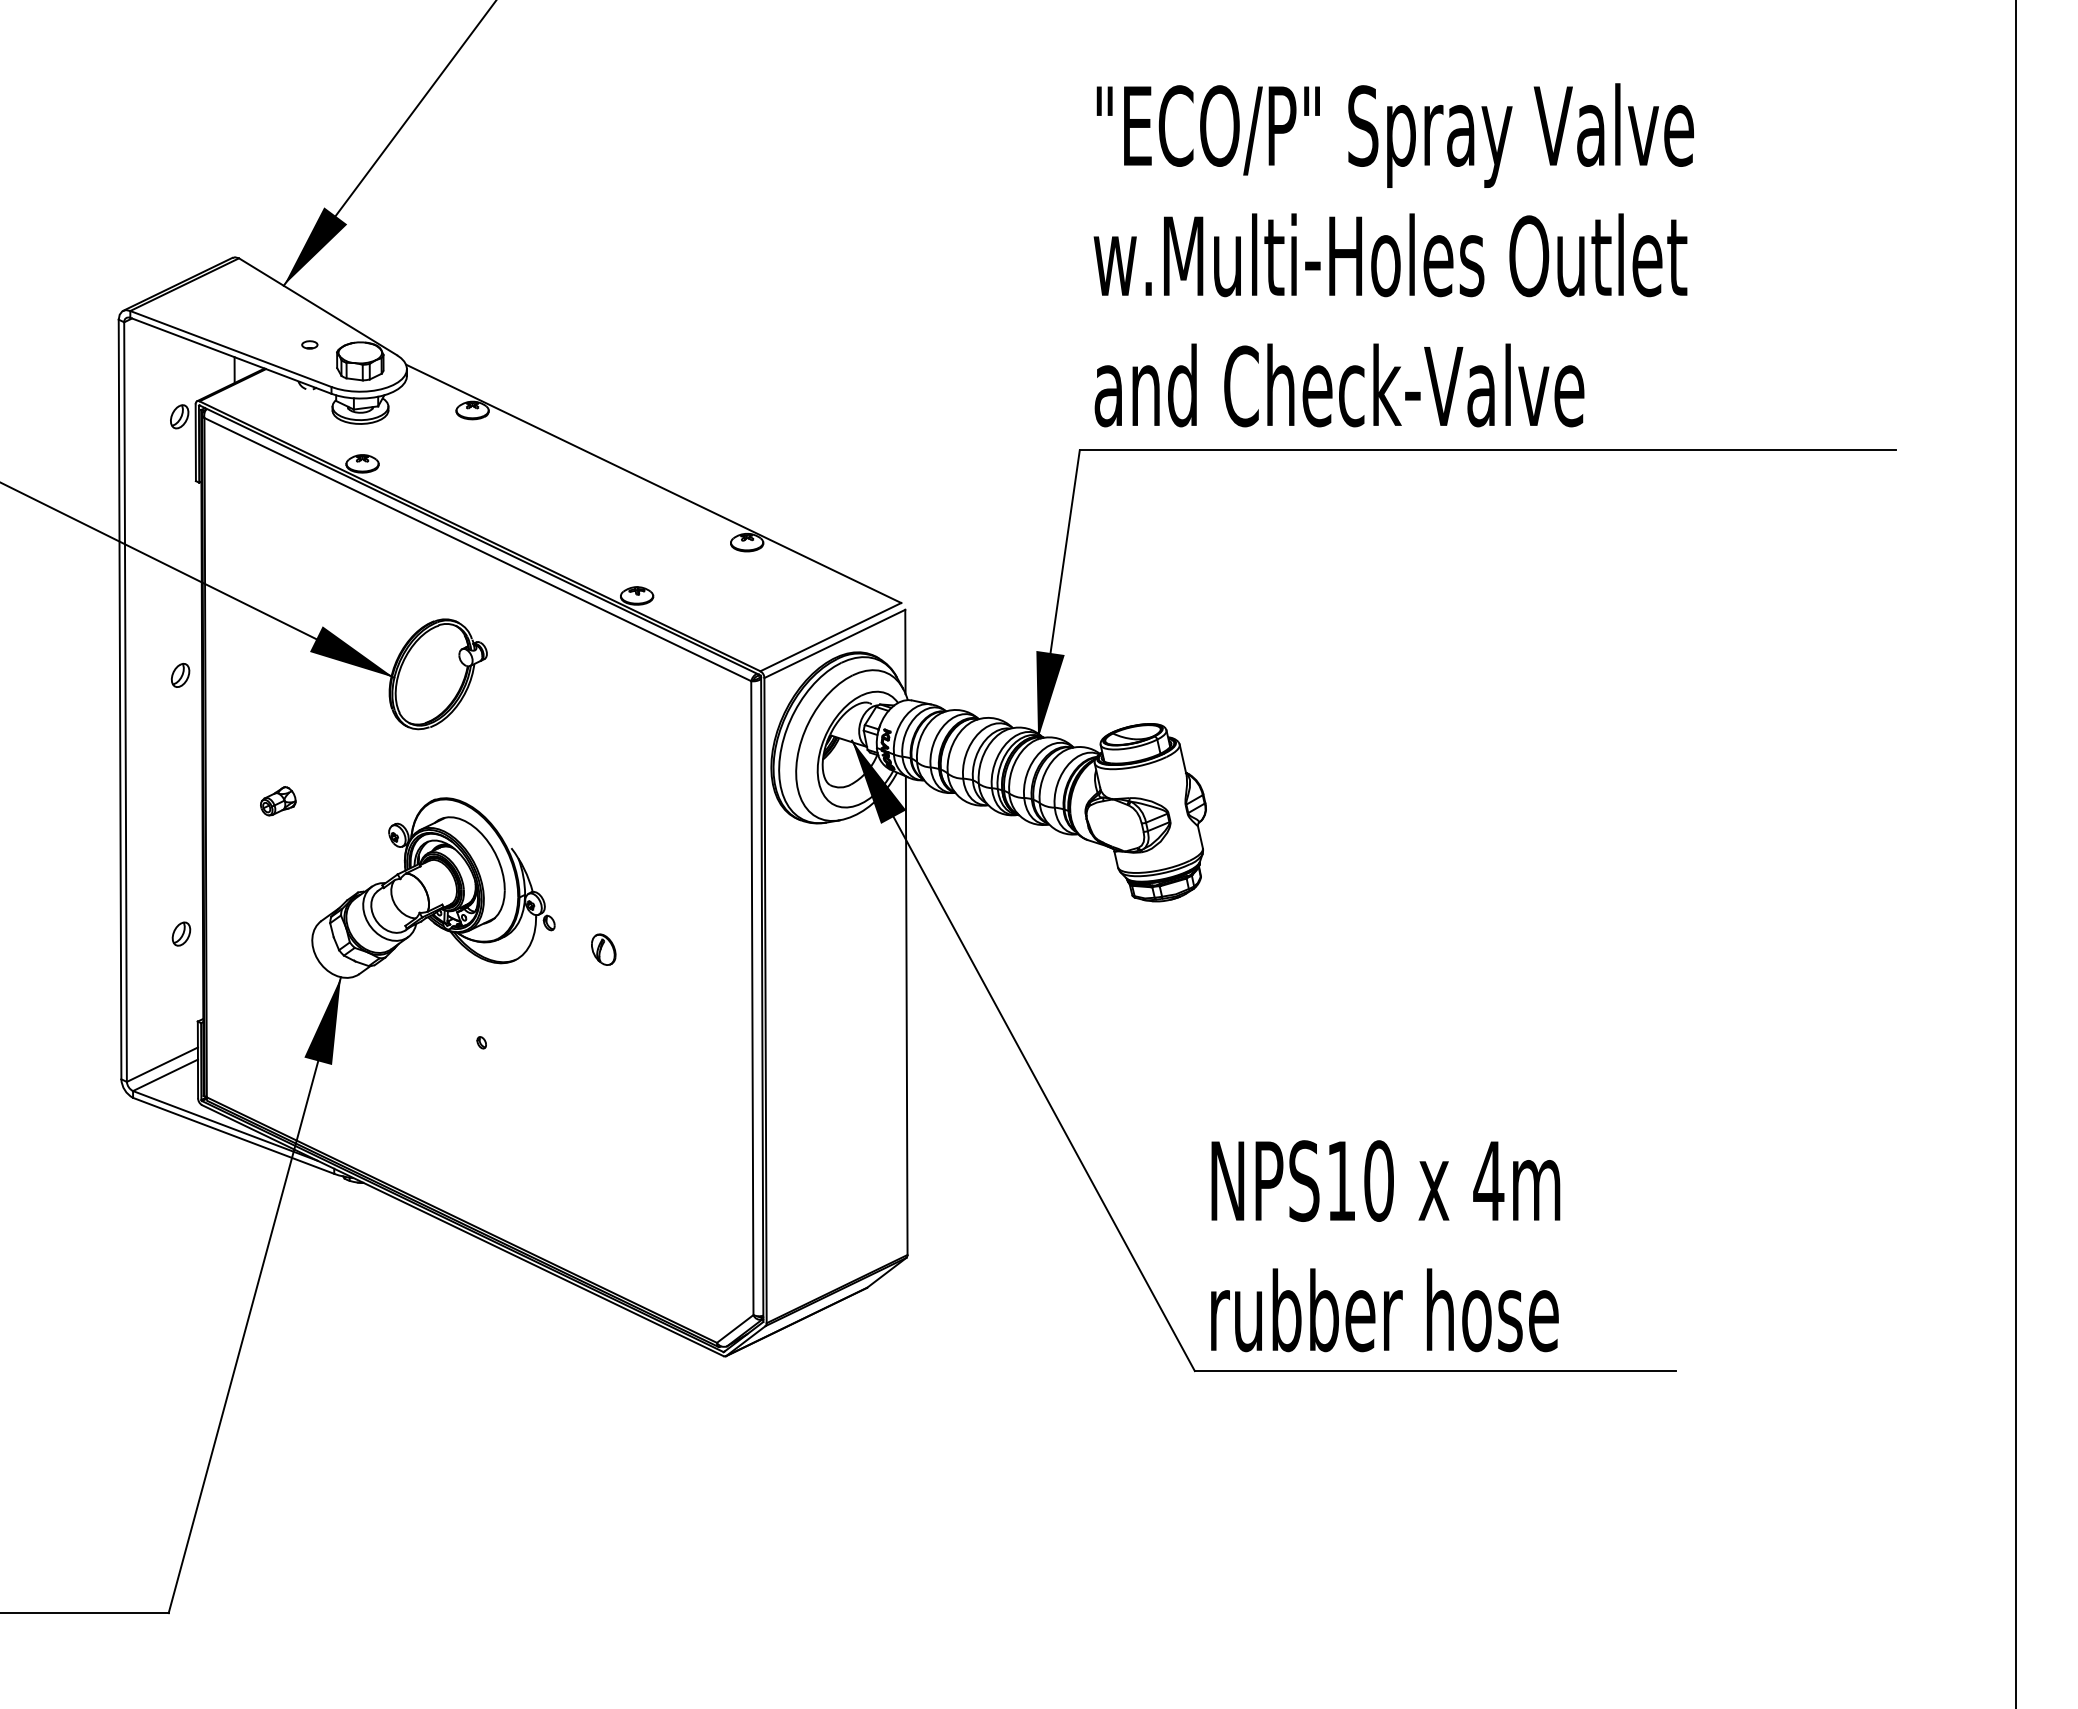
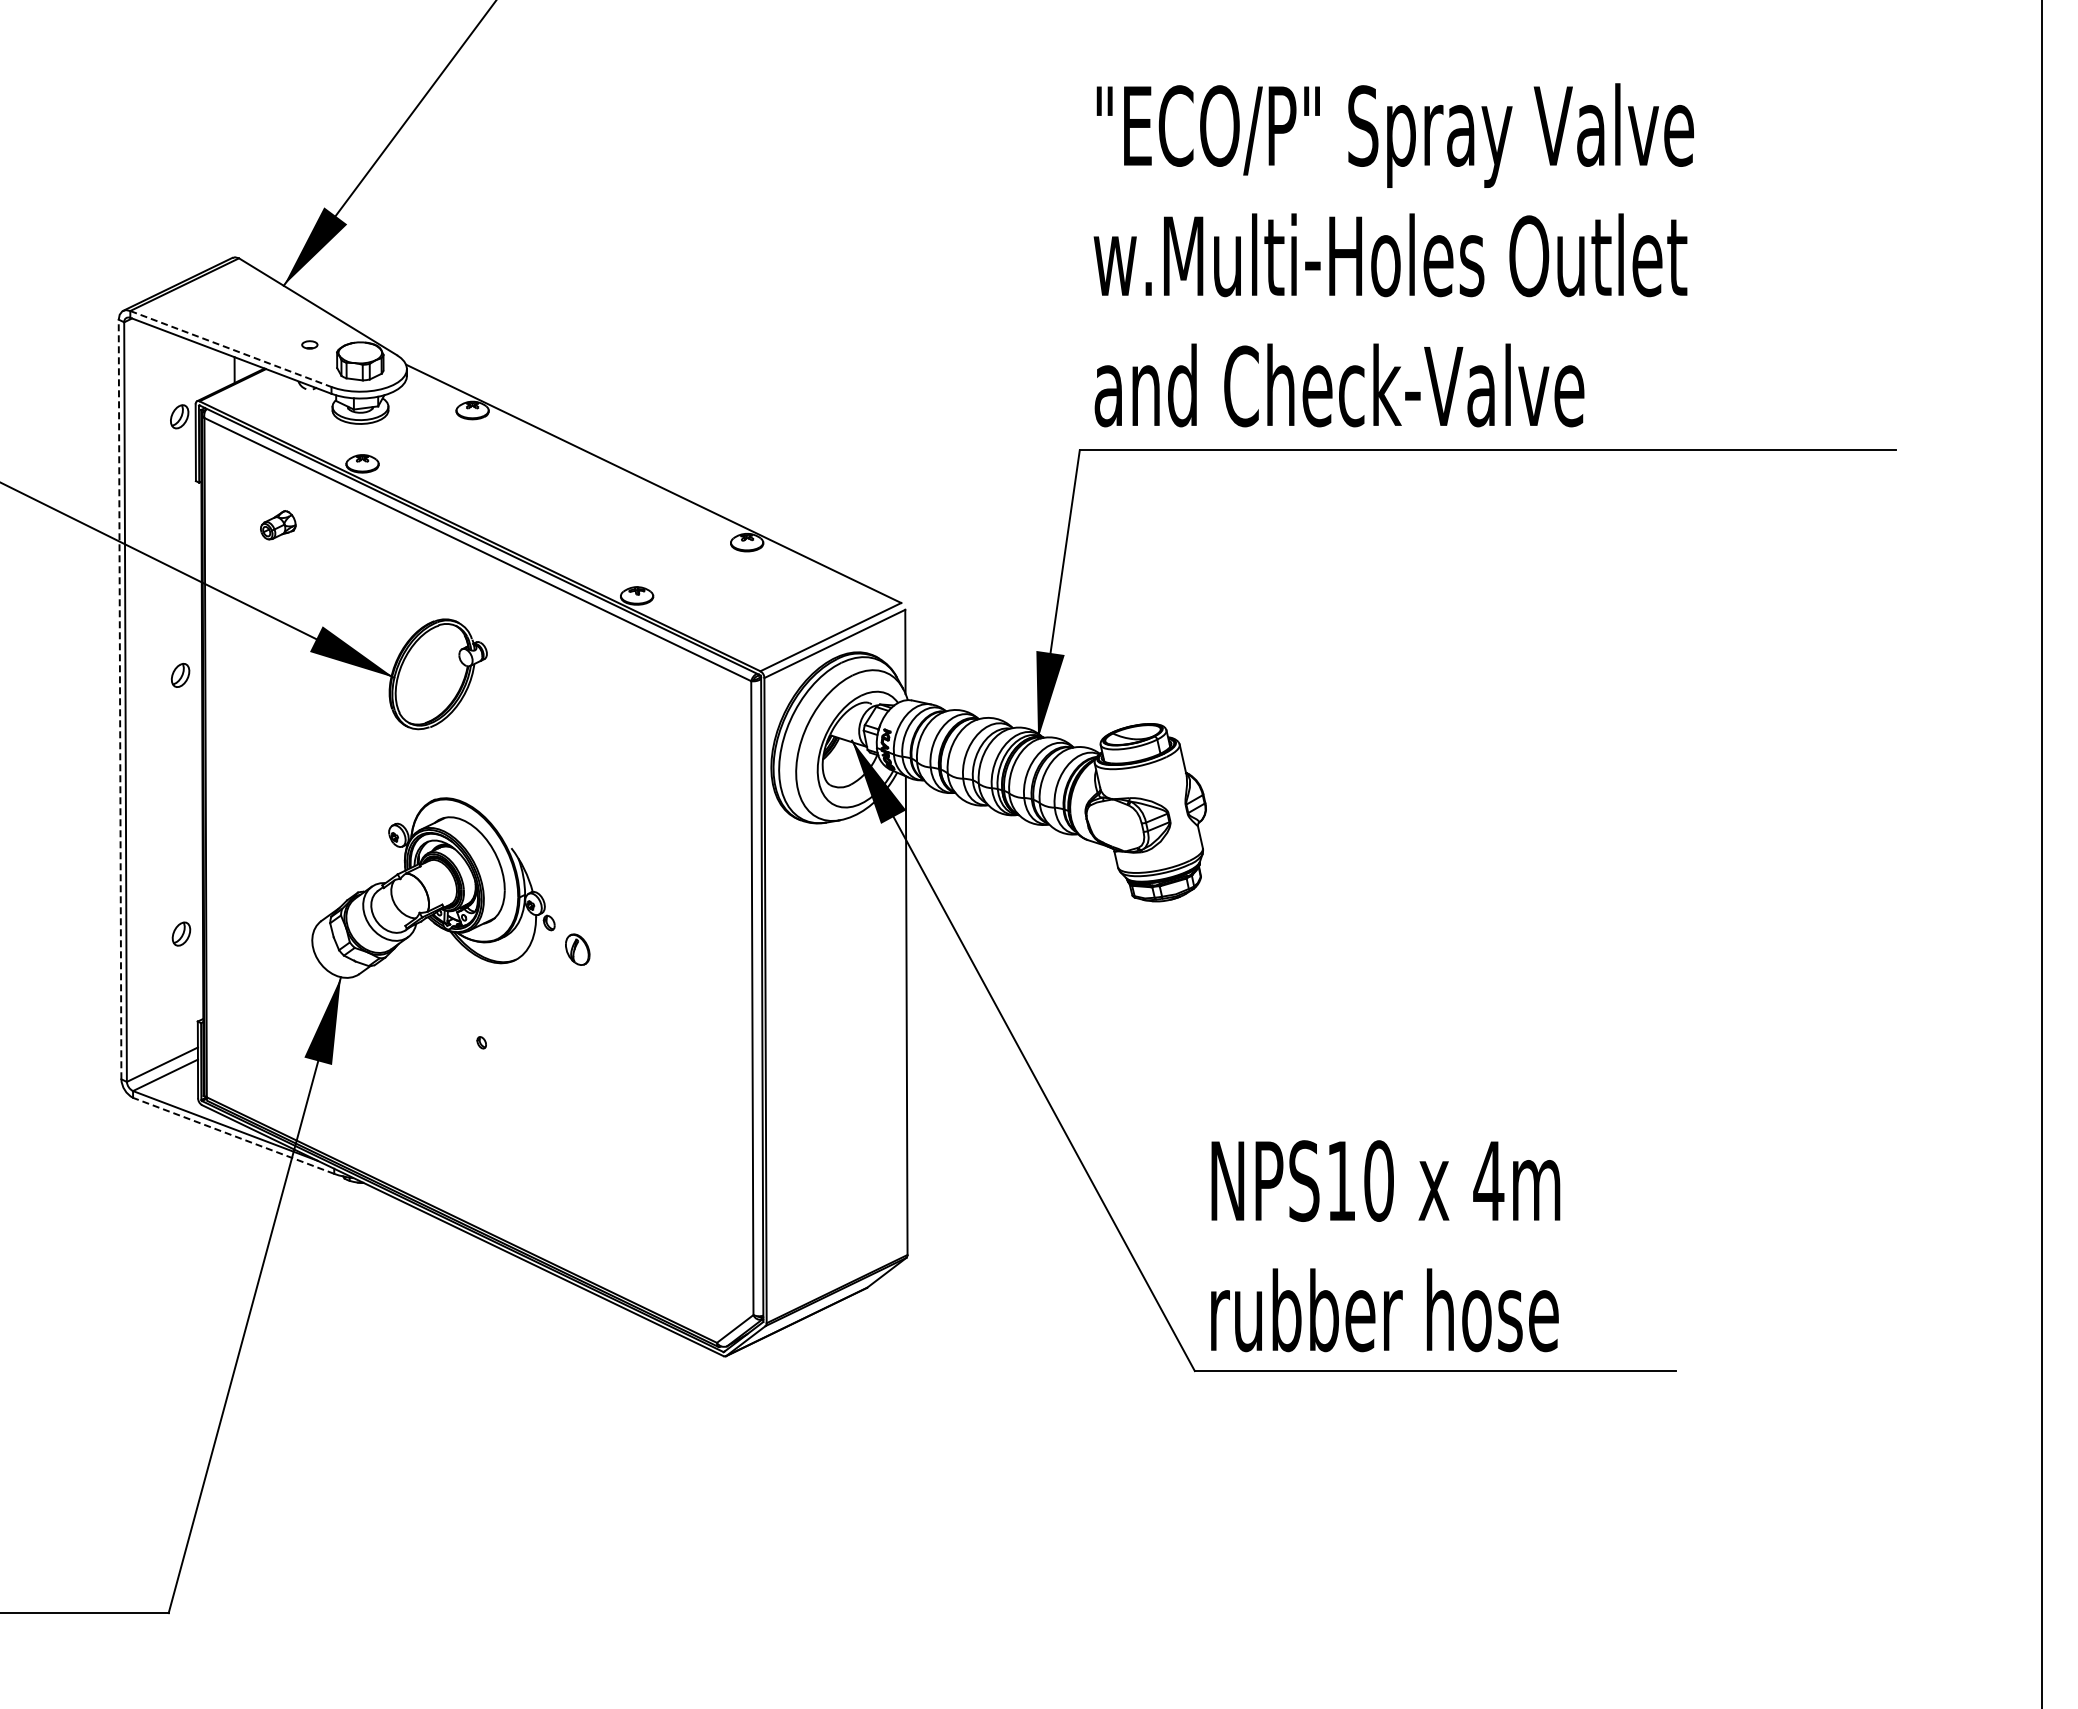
line at (230, 349): solid -> dashed
line at (120, 699): solid -> dashed
part at (278, 801) position: (278, 801) -> (278, 525)
line at (2015, 853) position: (2015, 853) -> (2041, 853)
part at (603, 949) position: (603, 949) -> (577, 949)
line at (233, 1135): solid -> dashed
